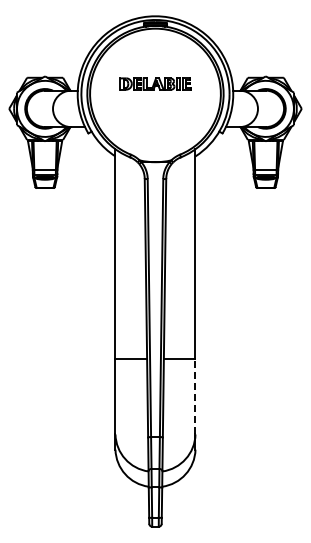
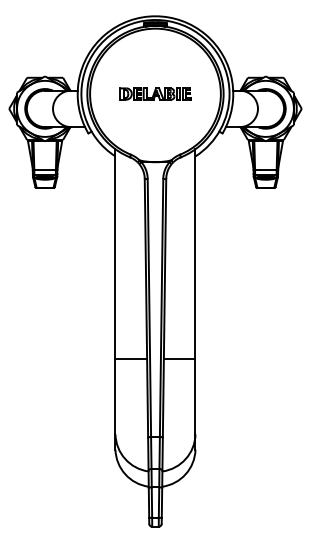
part at (155, 83) position: (155, 83) -> (155, 93)
line at (195, 396): dashed -> solid
